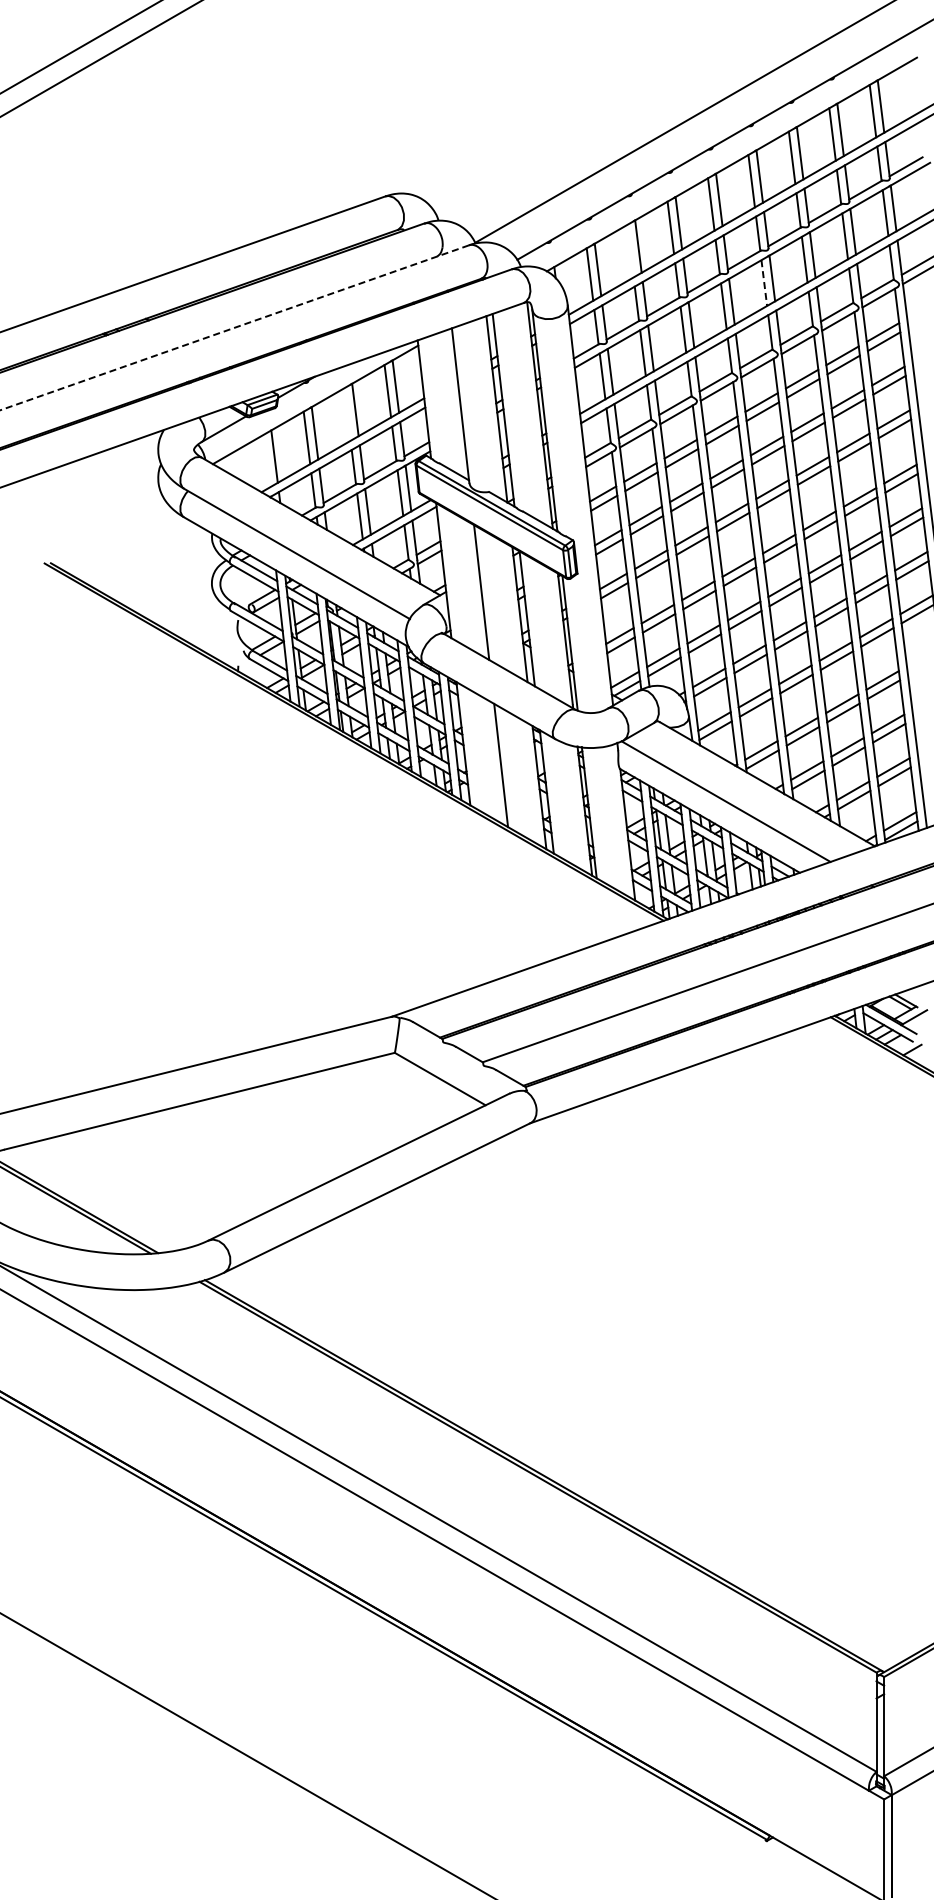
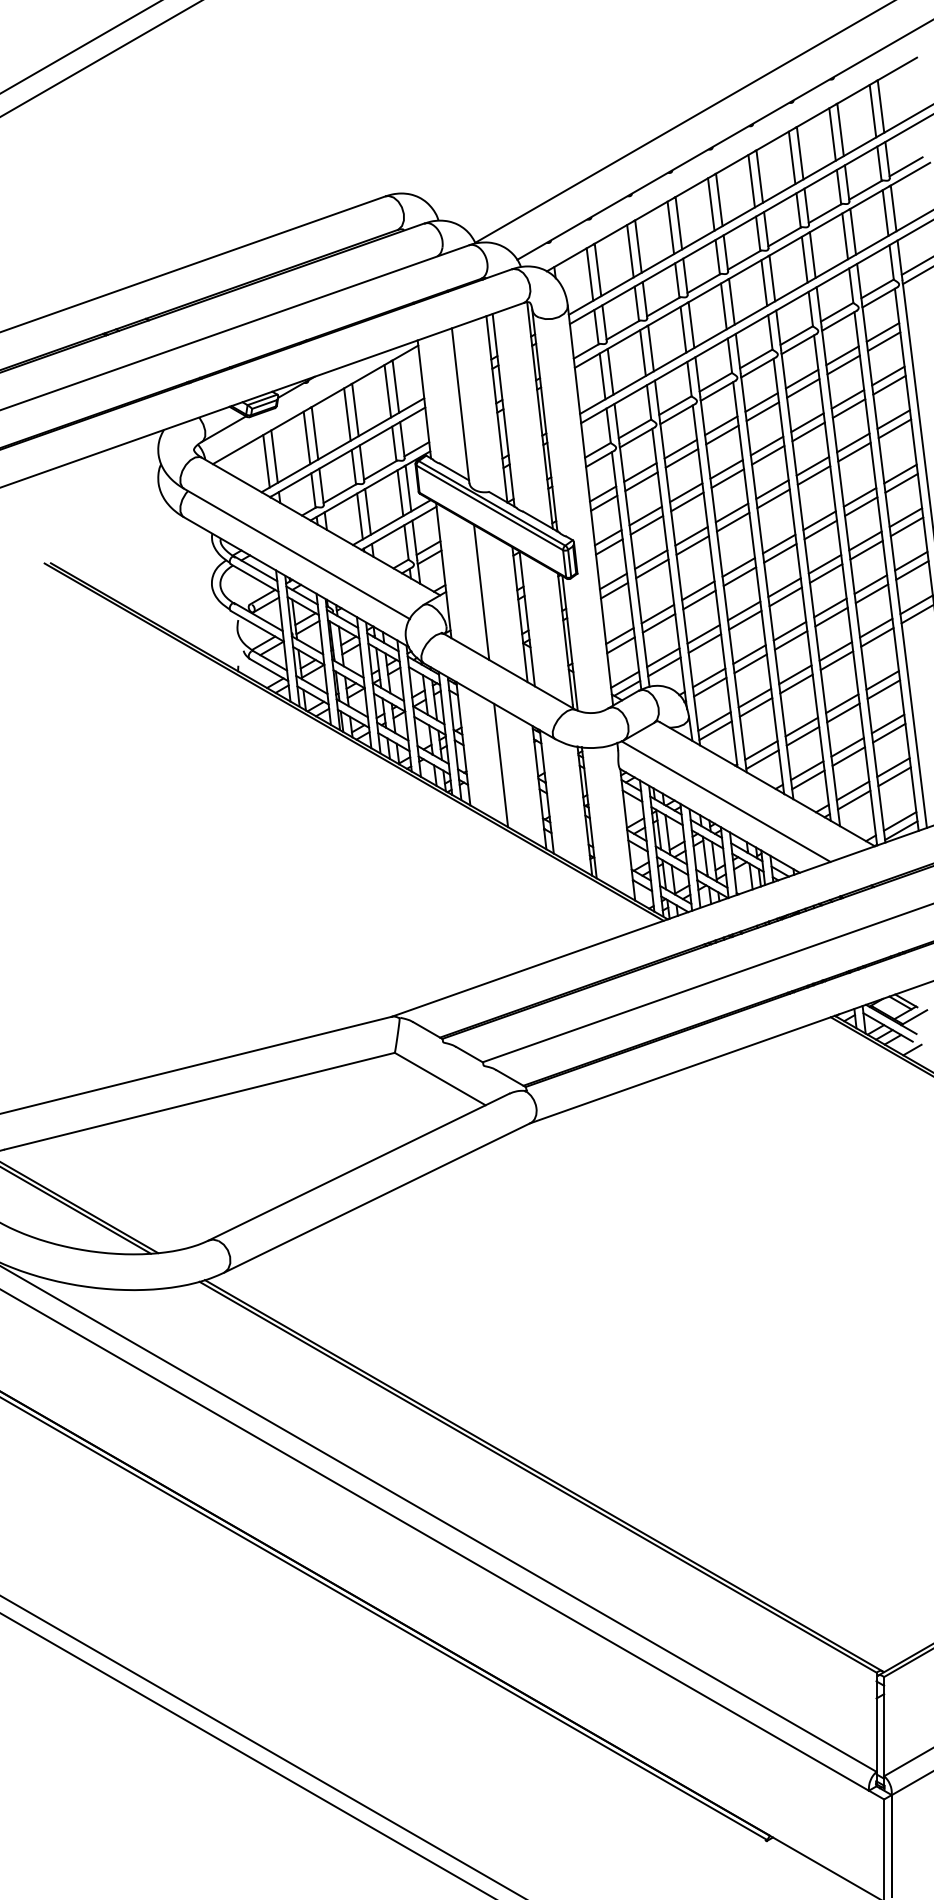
line at (630, 251): none -> present
line at (764, 283): dashed -> solid
line at (234, 328): dashed -> solid
line at (347, 414): none -> present
line at (266, 461): none -> present
line at (262, 1746): none -> present
